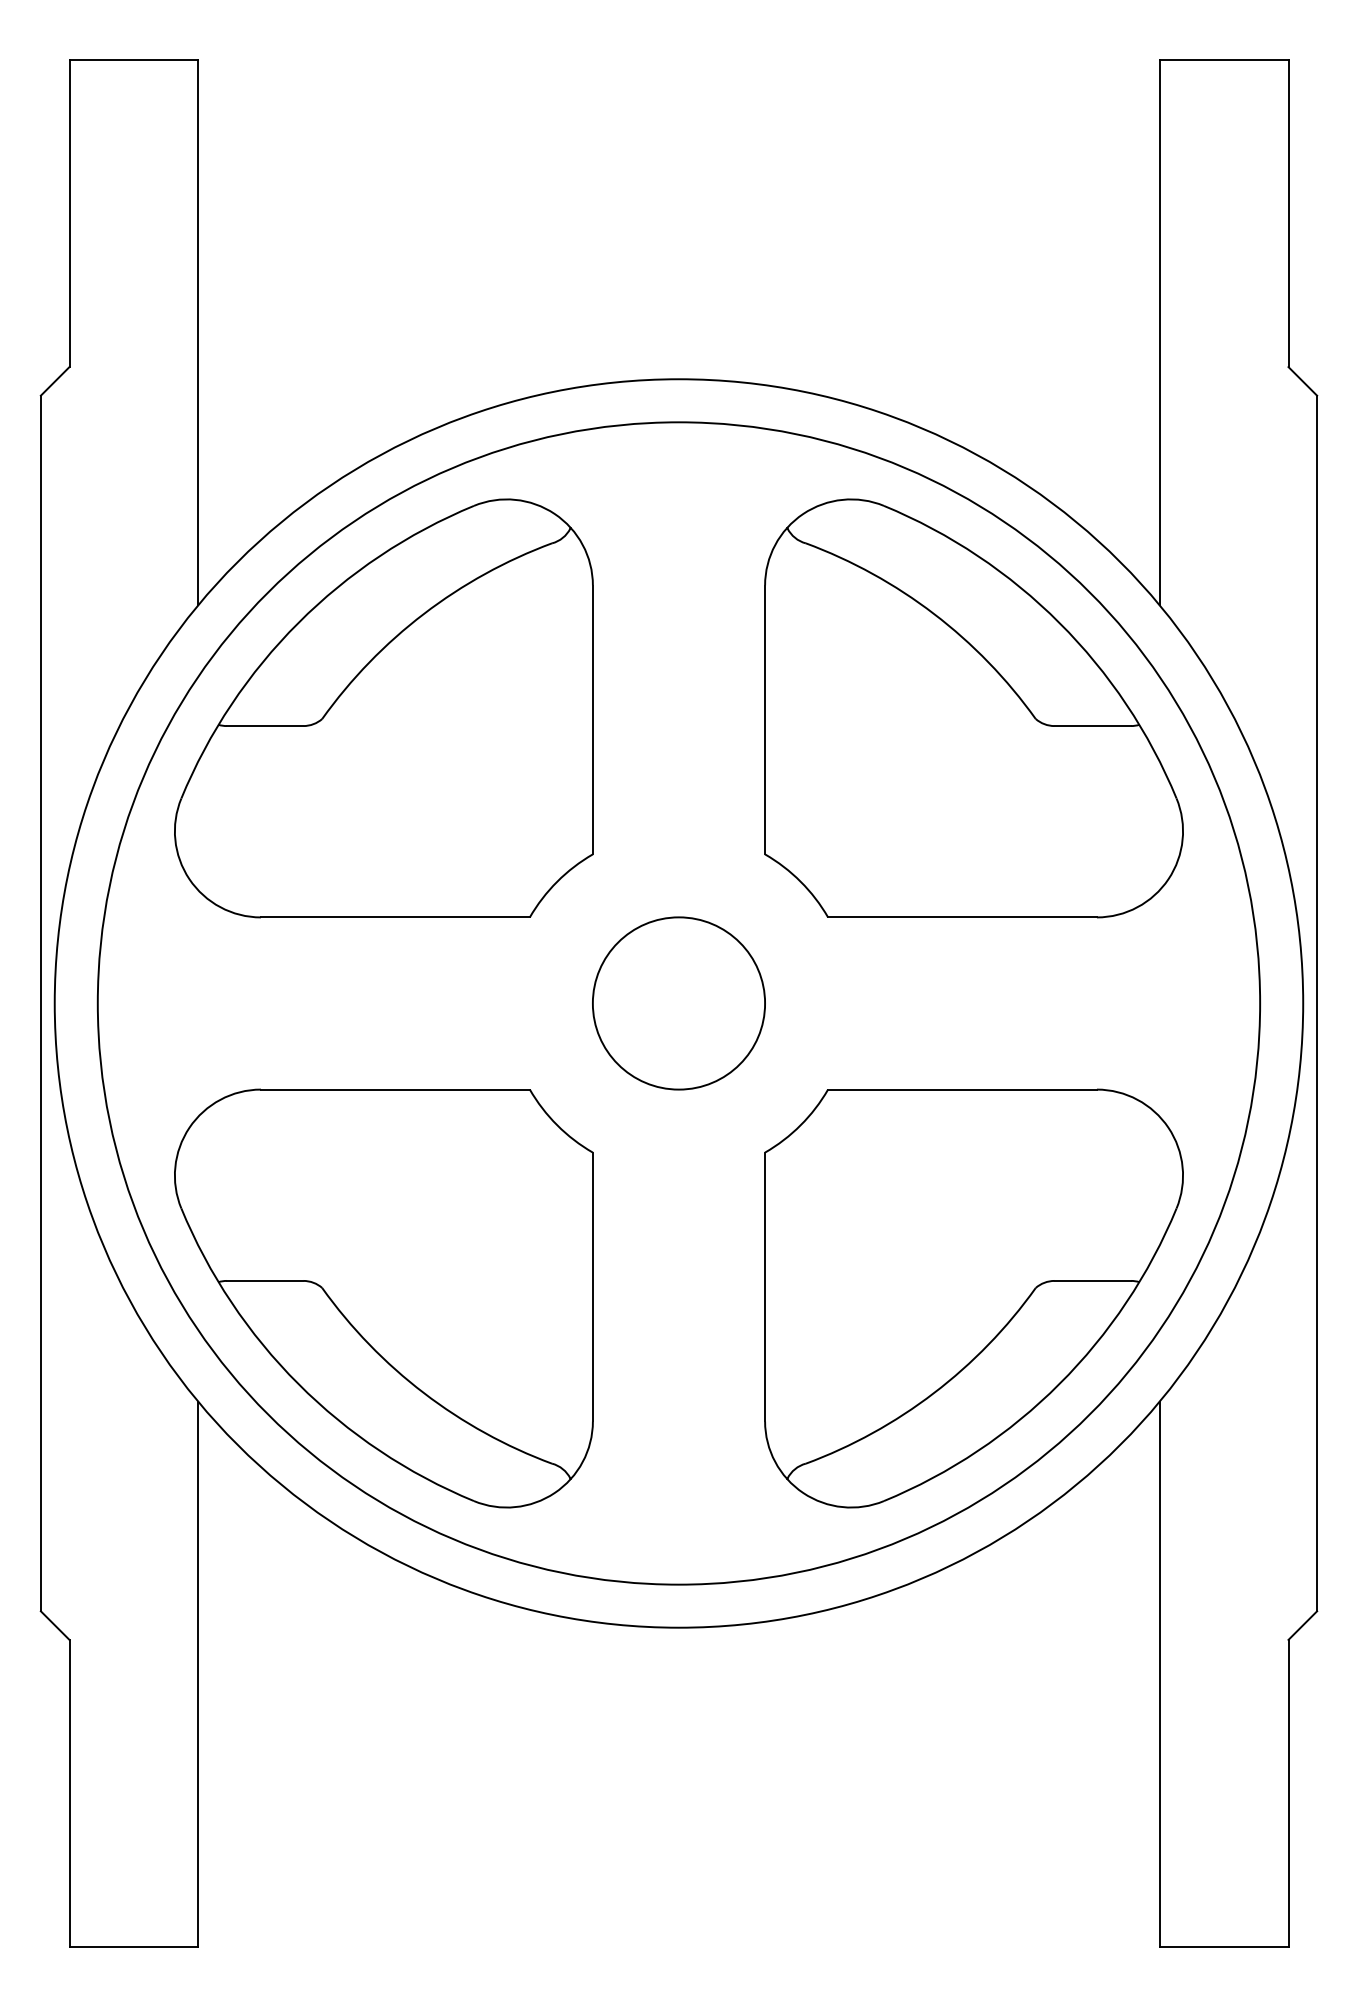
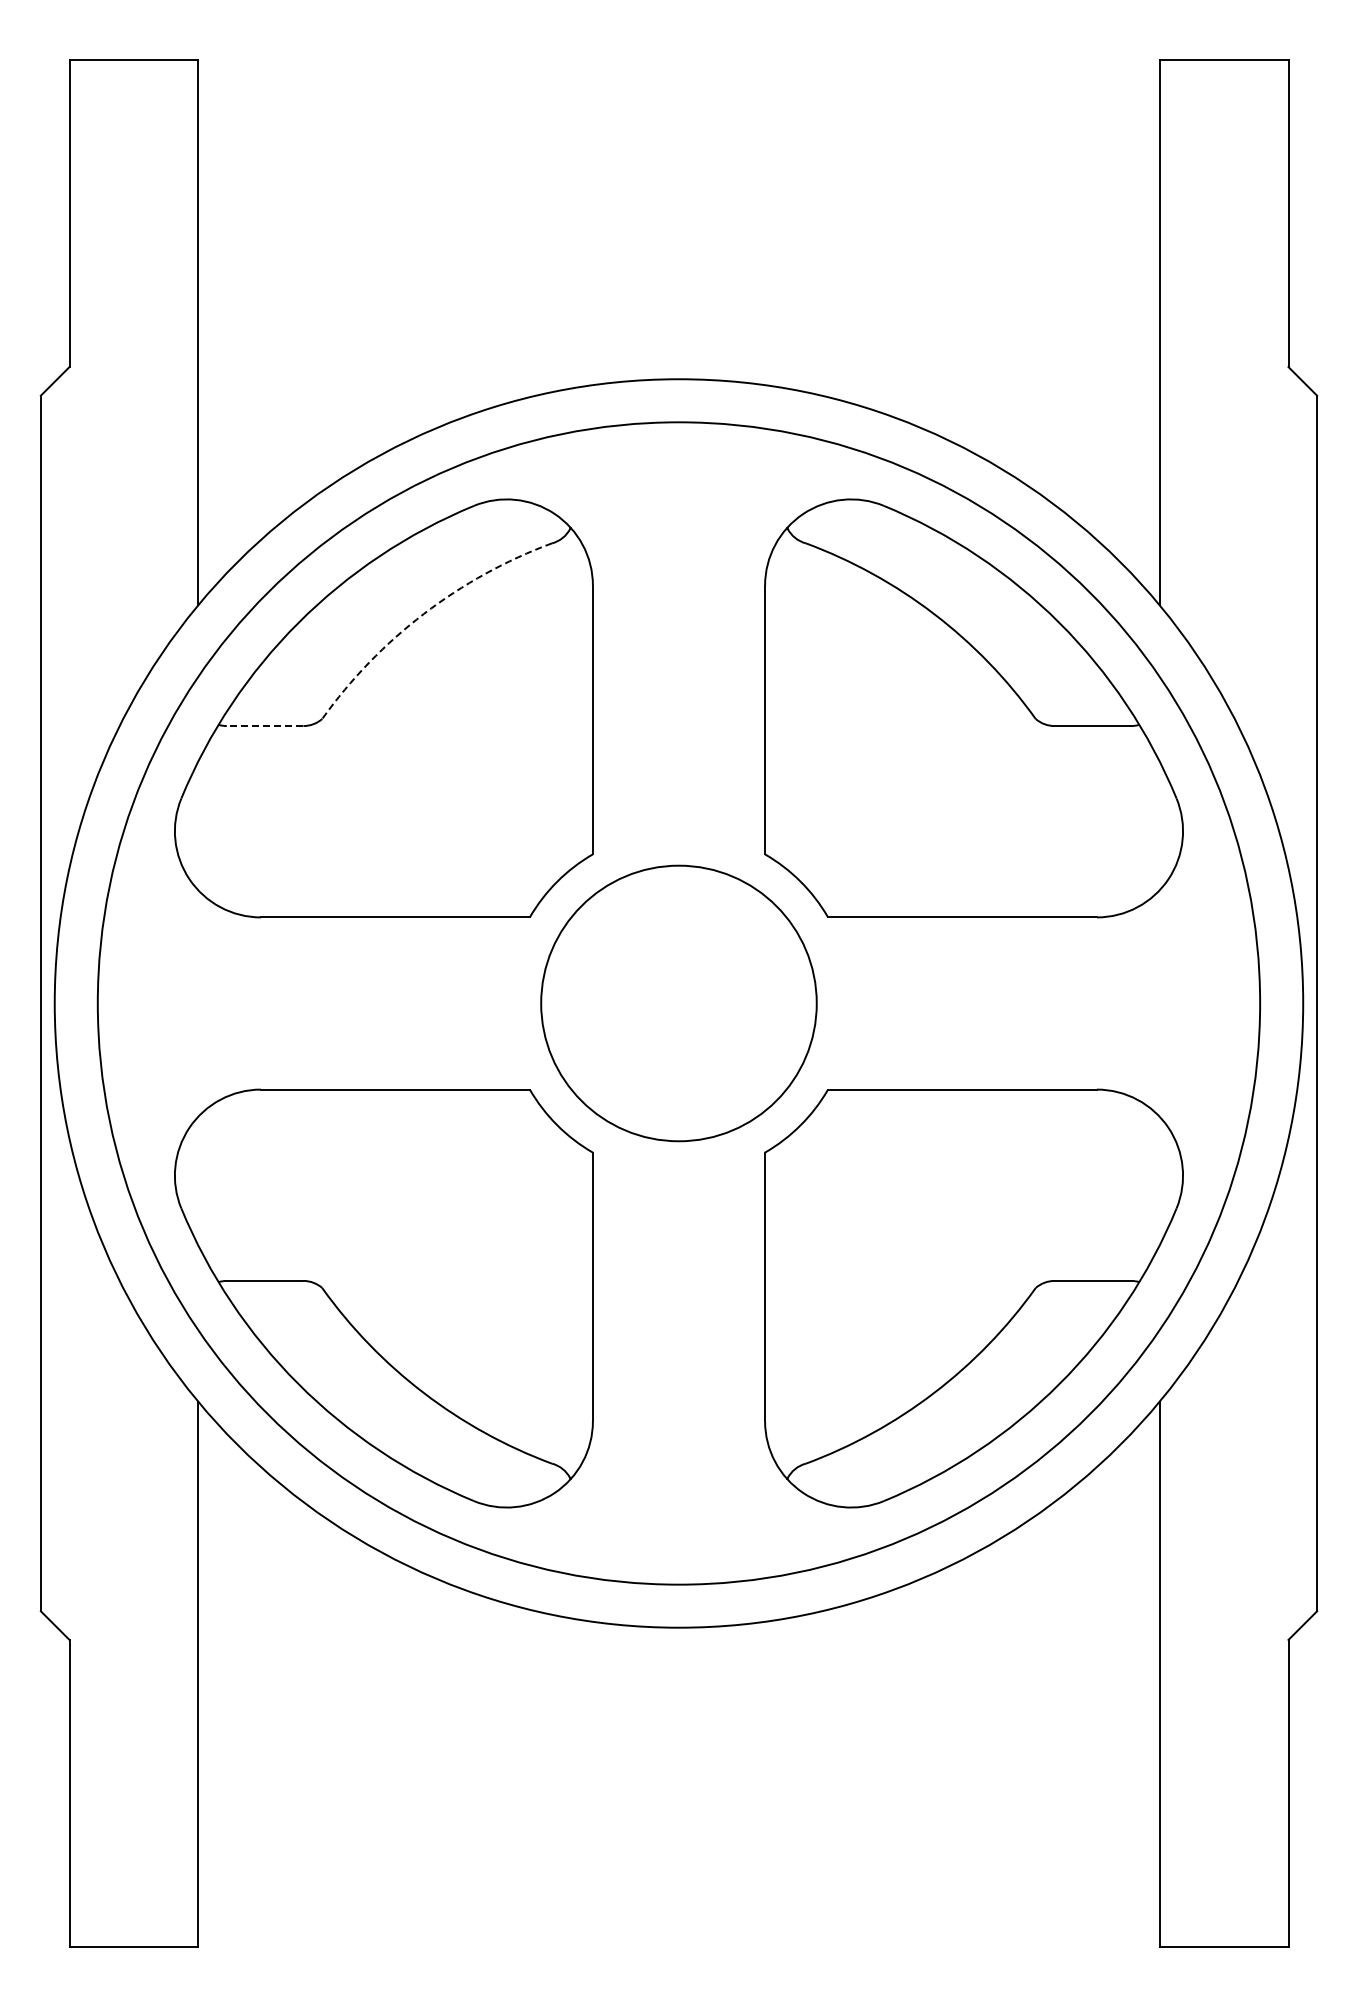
arc at (424, 613): solid -> dashed
line at (264, 726): solid -> dashed
circle at (678, 1003) diameter: 172 px -> 276 px
